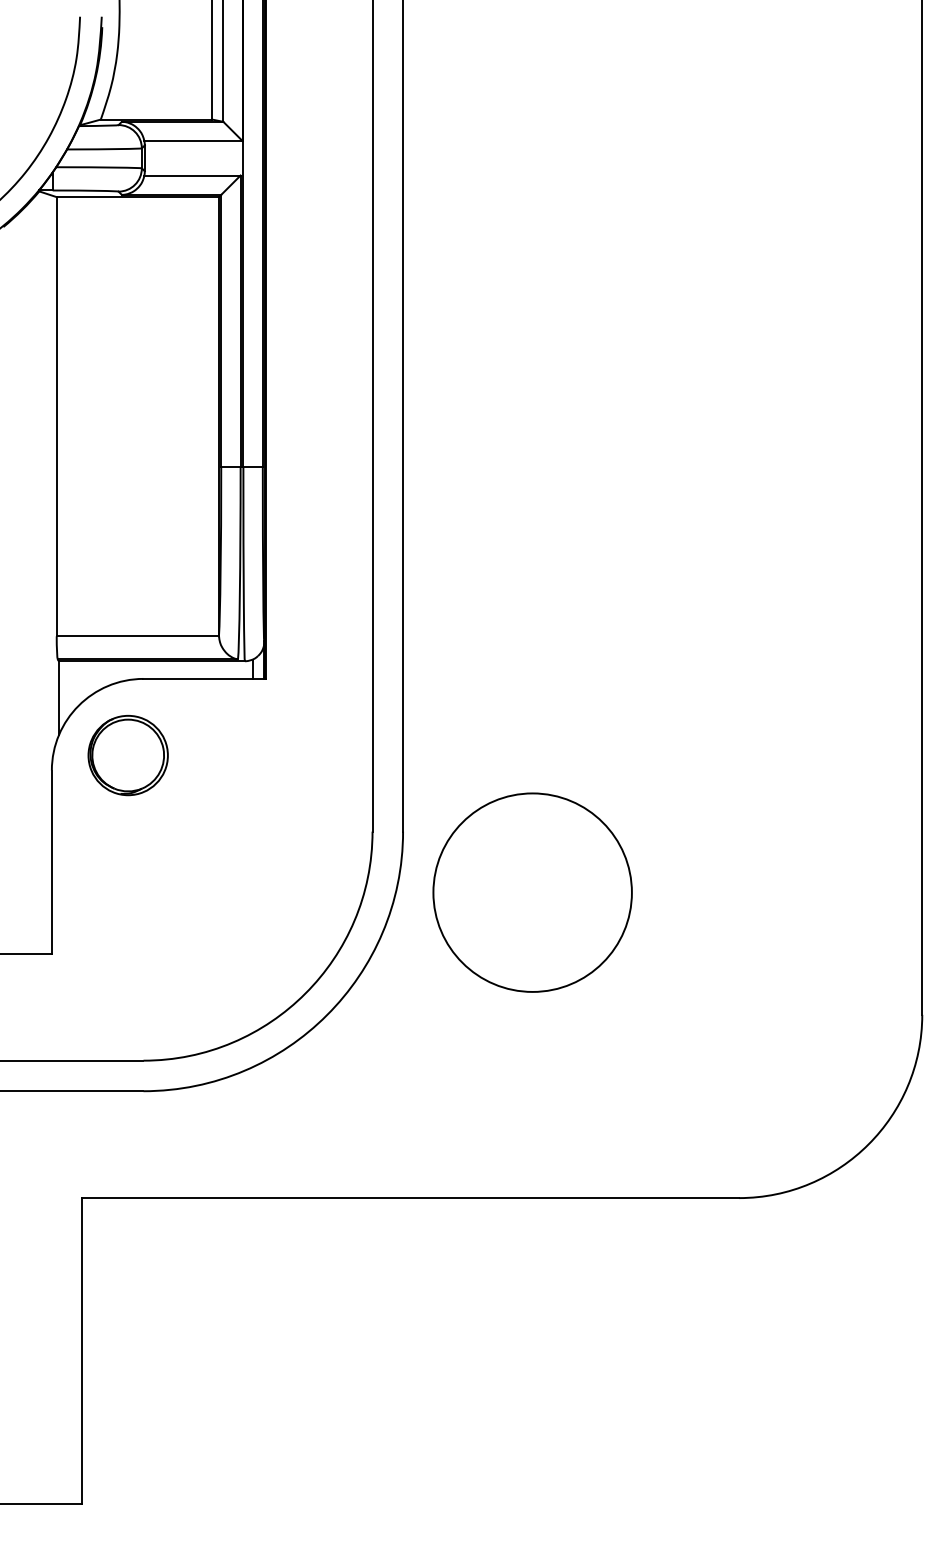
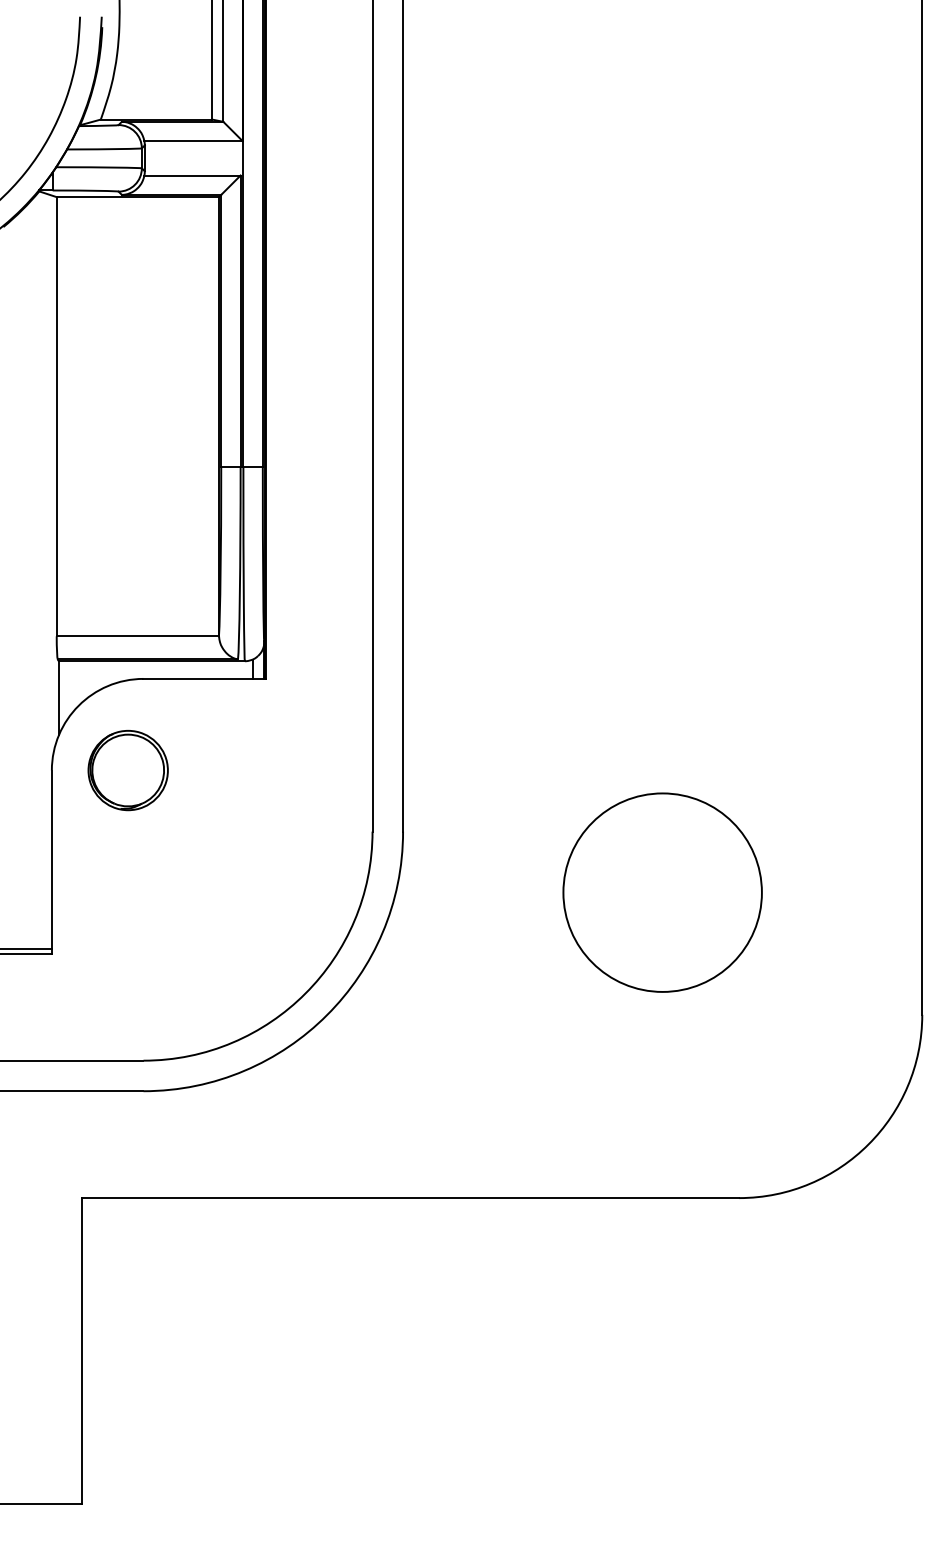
part at (127, 755) position: (127, 755) -> (127, 770)
circle at (532, 892) position: (532, 892) -> (662, 892)
line at (26, 948): none -> present
